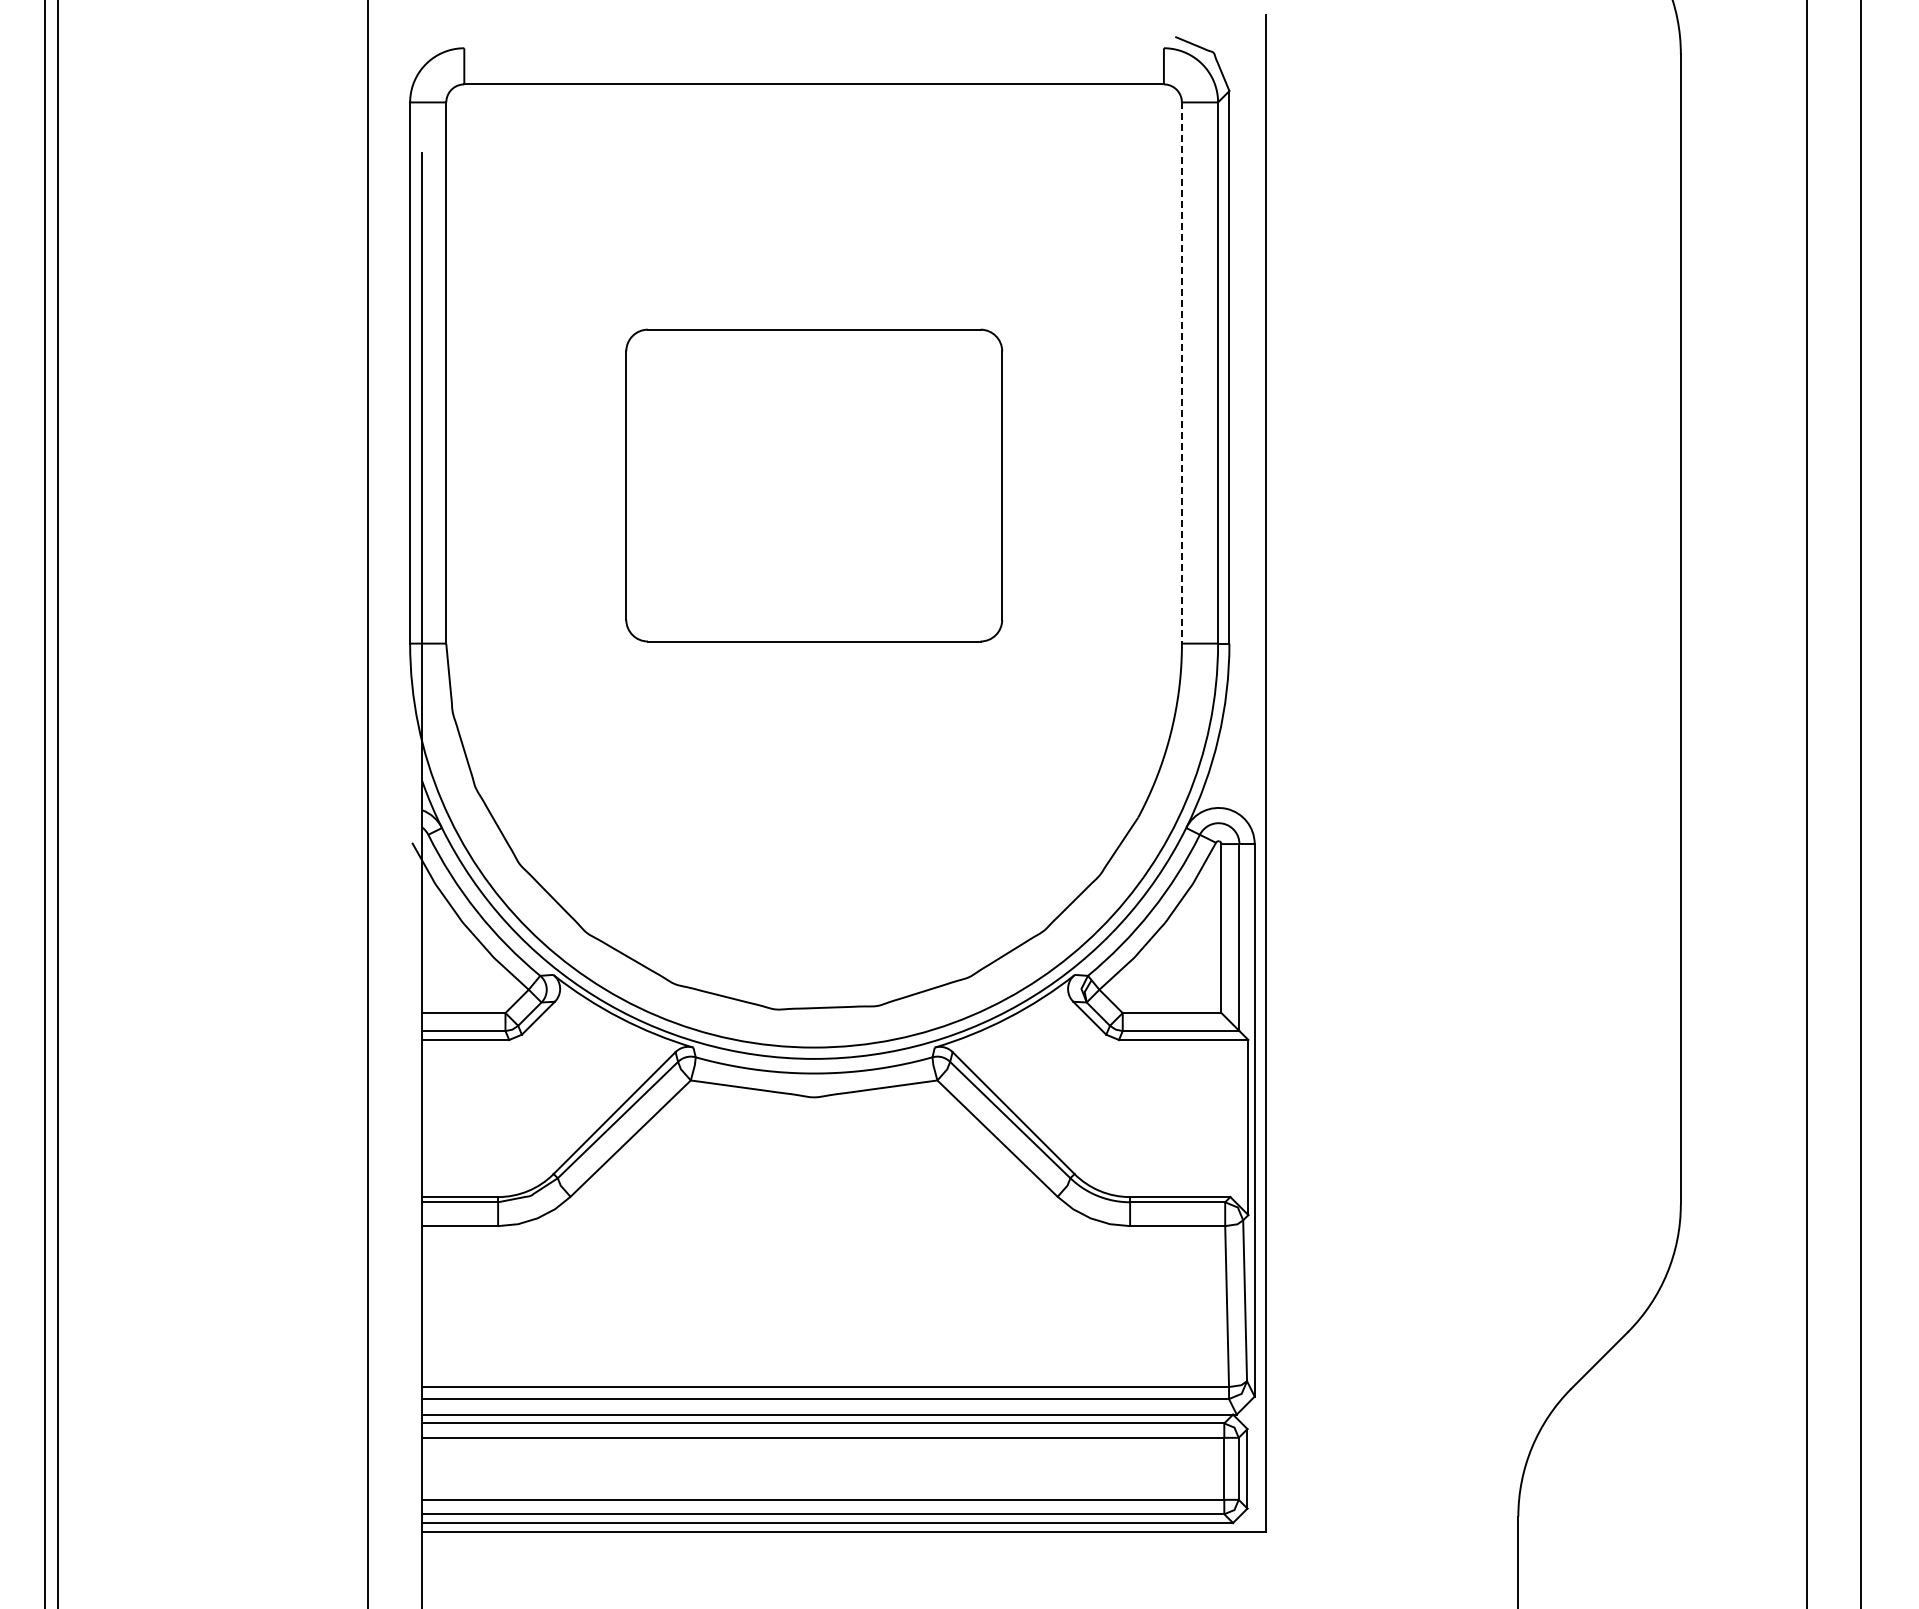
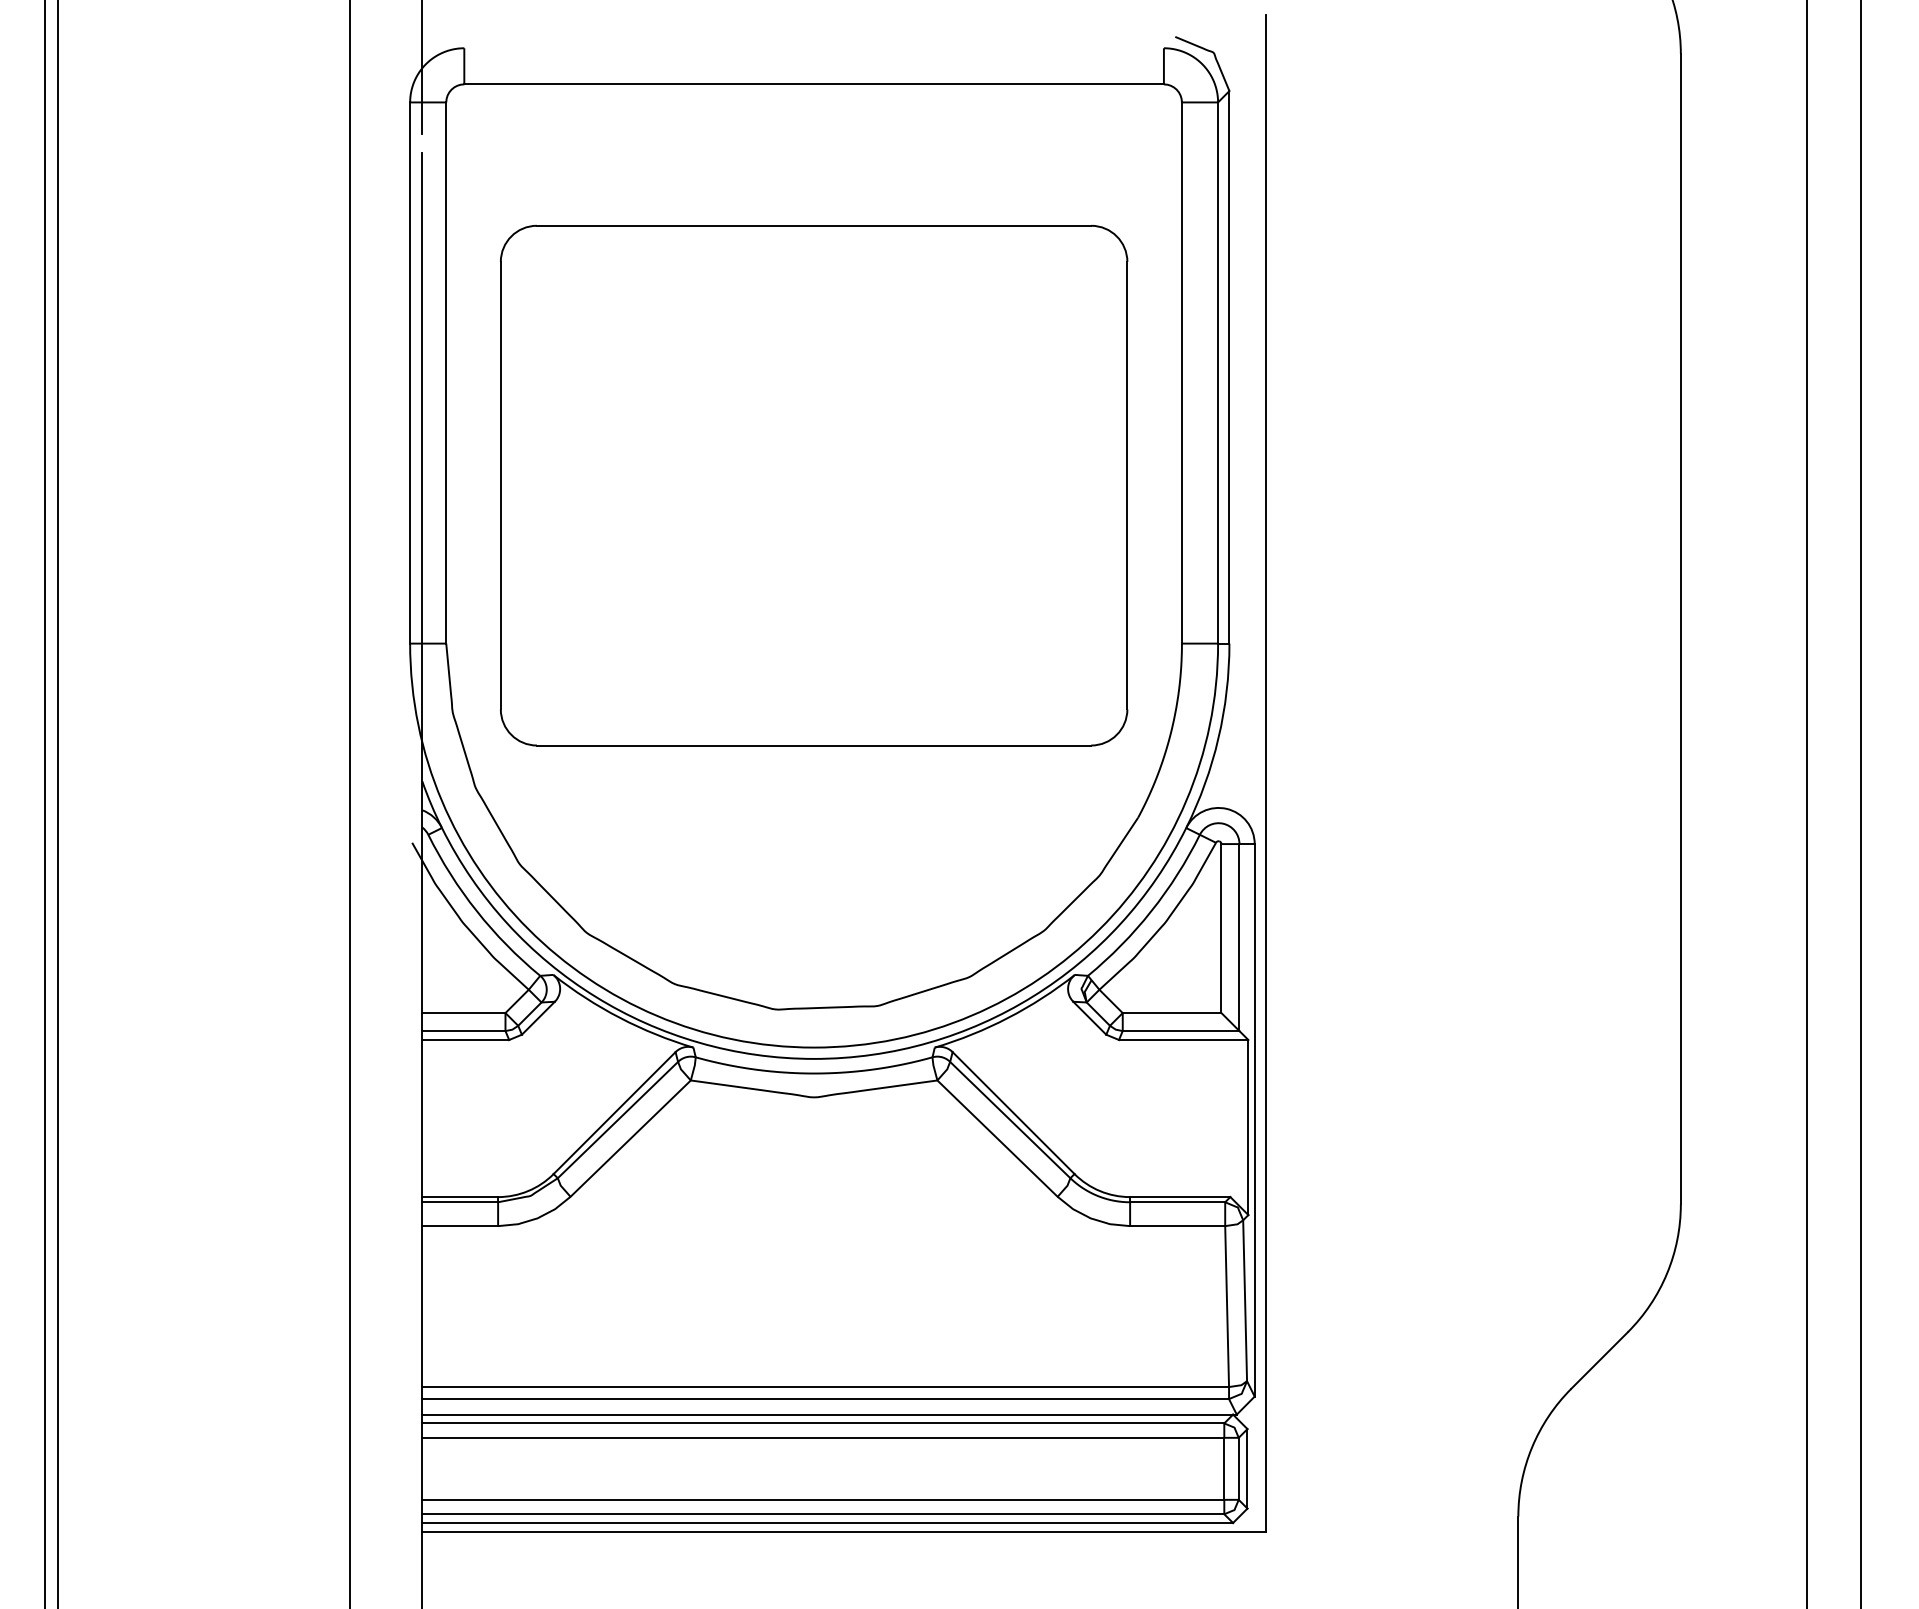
line at (422, 68): none -> present
line at (1181, 373): dashed -> solid
part at (814, 485) size: 379x315 px -> 629x523 px
line at (368, 803) position: (368, 803) -> (350, 803)
